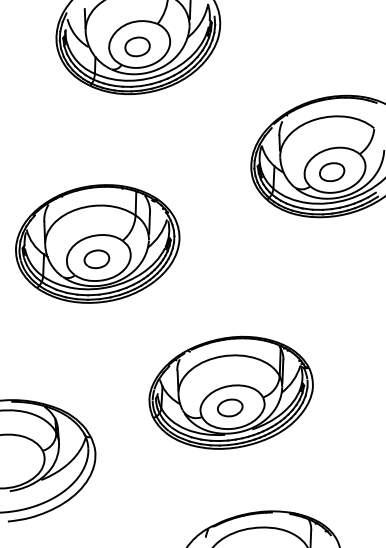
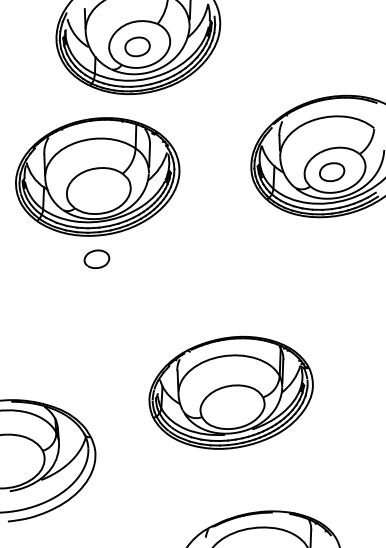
part at (97, 243) position: (97, 243) -> (97, 176)
part at (230, 407): present -> none
